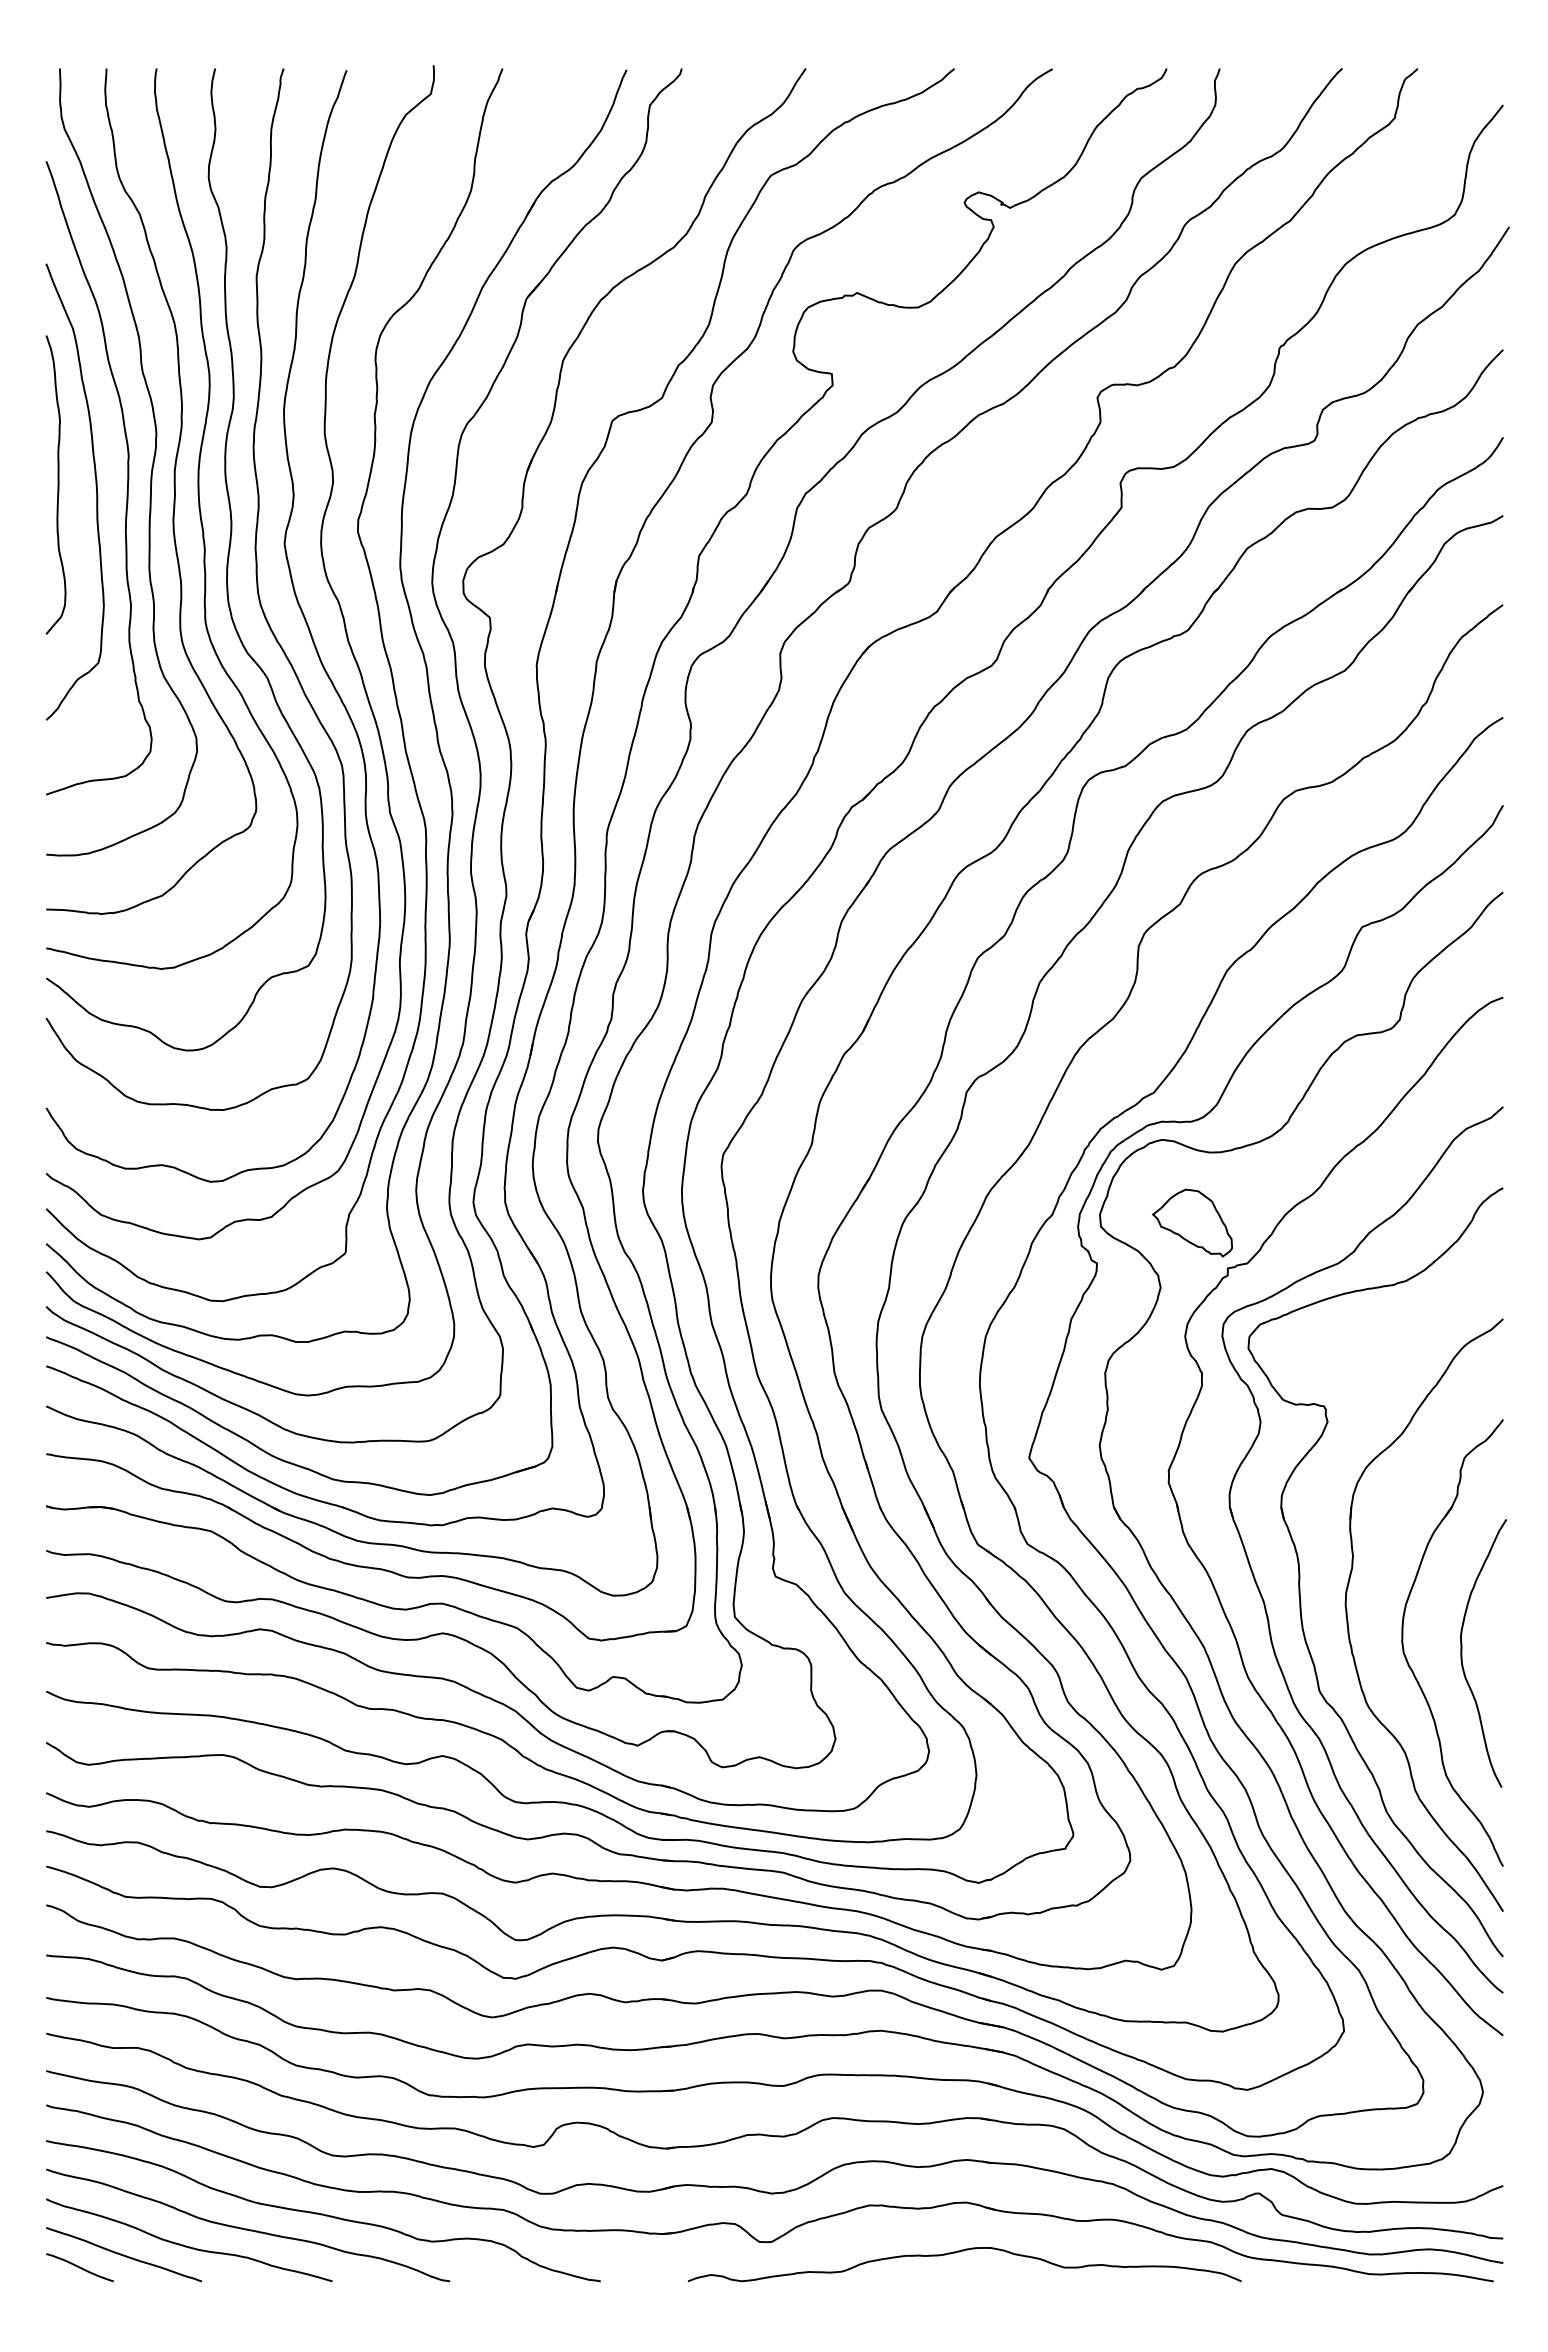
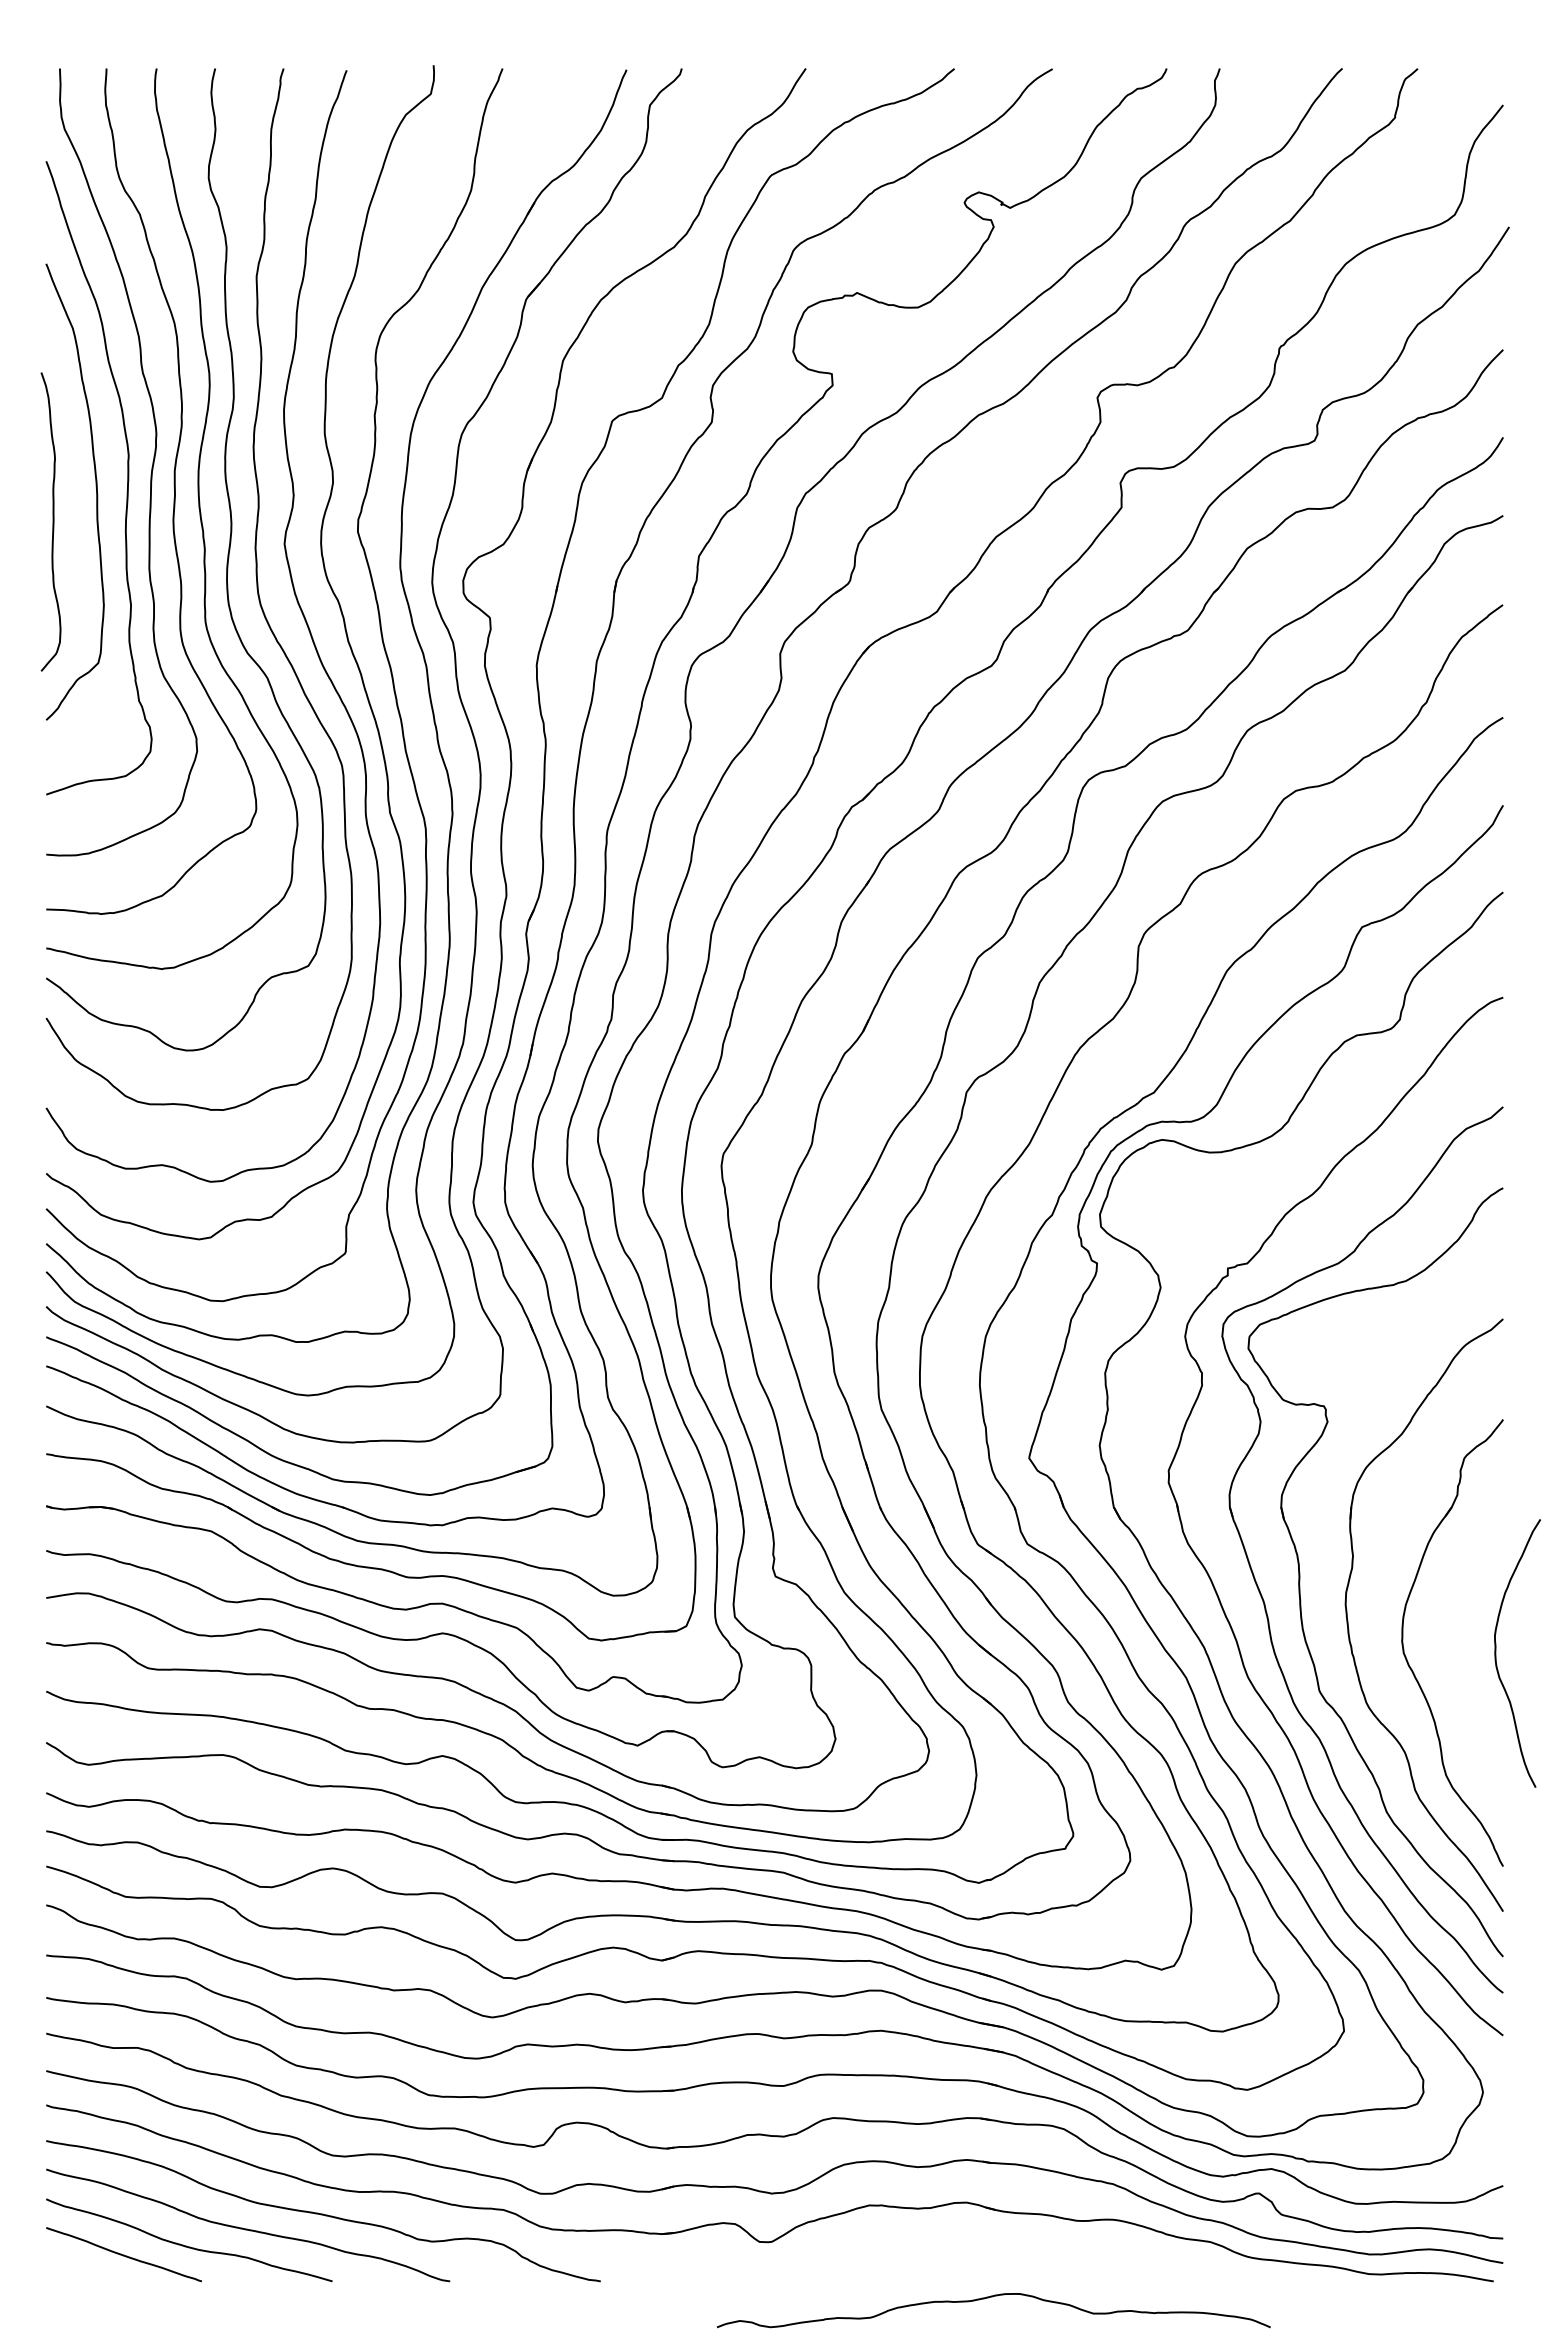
curve at (57, 484) position: (57, 484) -> (52, 521)
part at (1192, 1222): present -> none
curve at (1462, 1653) position: (1462, 1653) -> (1496, 1653)
part at (959, 2252) position: (959, 2252) -> (988, 2298)
curve at (79, 2267): present -> none
